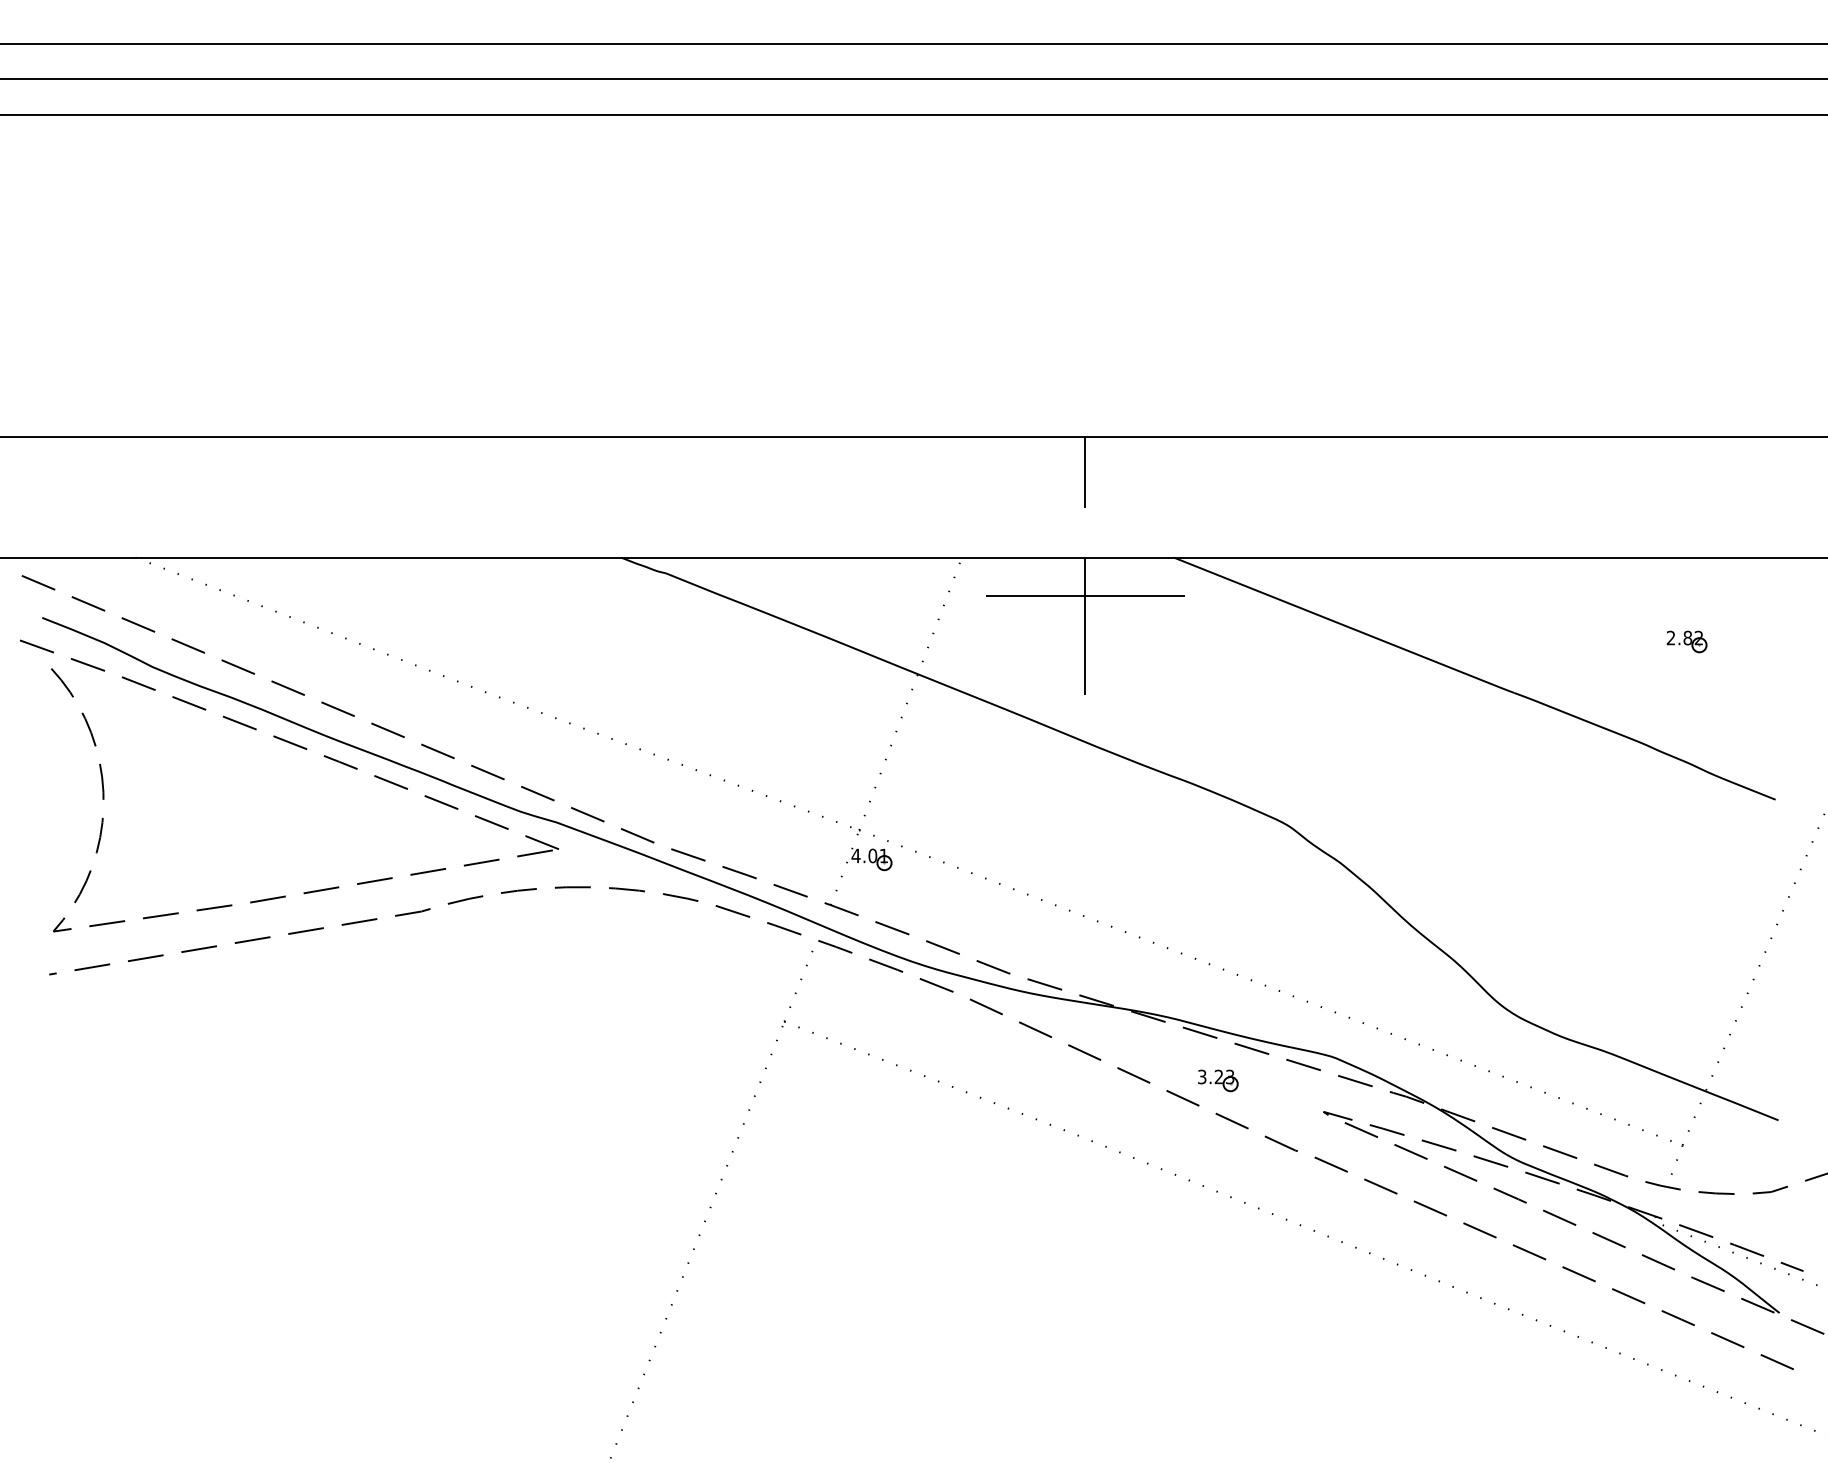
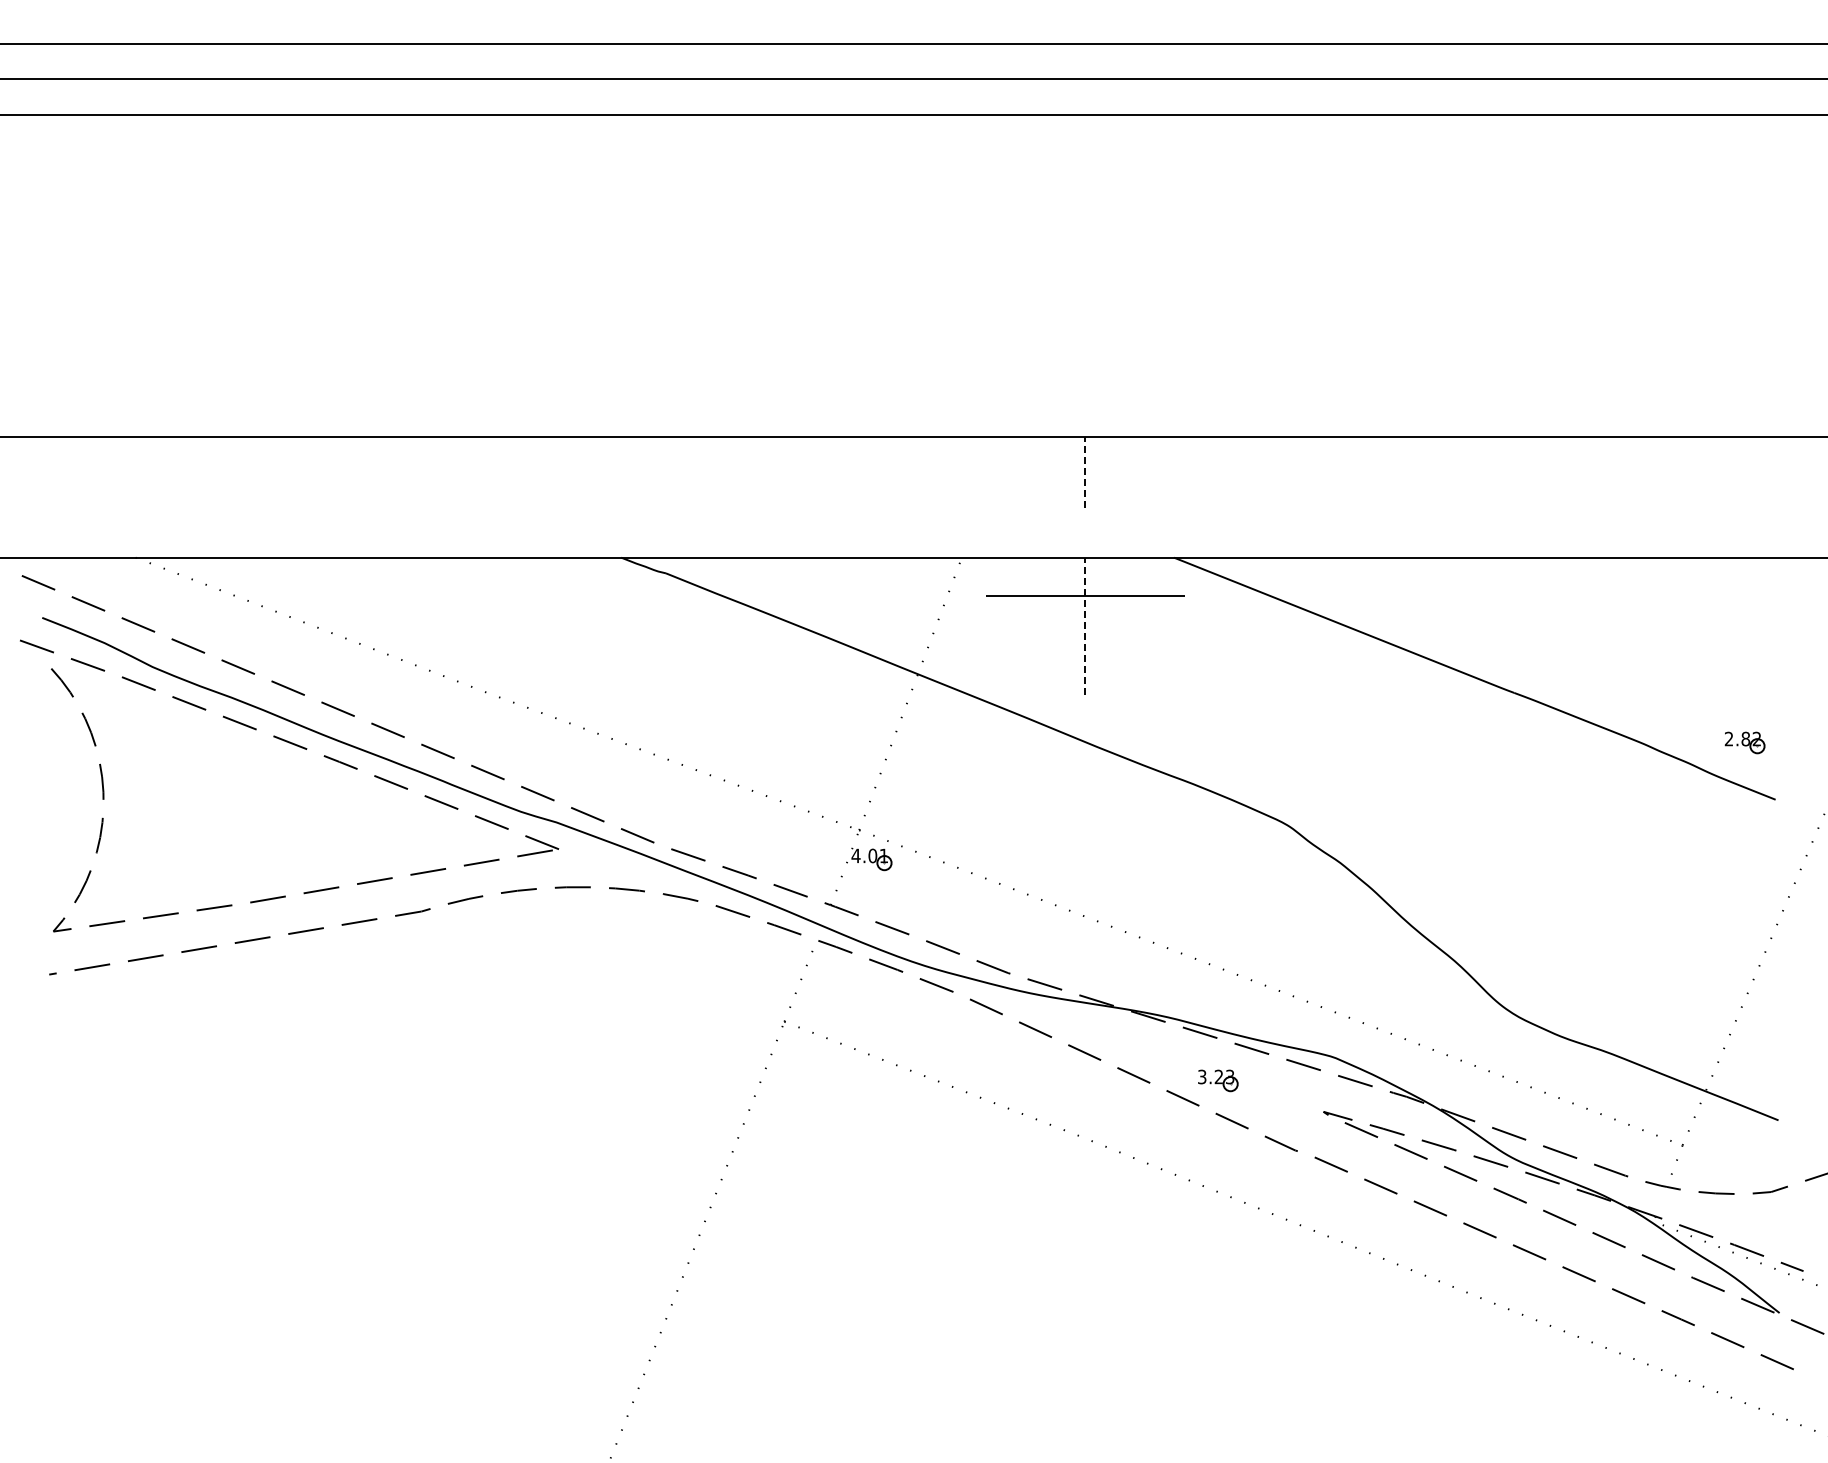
line at (1085, 472): solid -> dashed
line at (1085, 625): solid -> dashed
part at (1686, 641) position: (1686, 641) -> (1744, 742)
